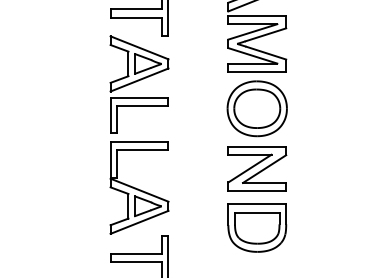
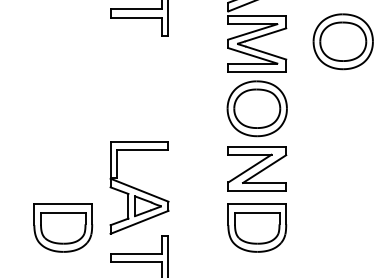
part at (342, 41): none -> present
part at (139, 84): present -> none
part at (63, 227): none -> present
